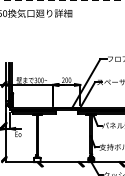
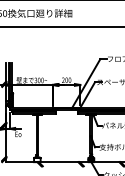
line at (63, 0): dashed -> solid
line at (61, 27): none -> present
